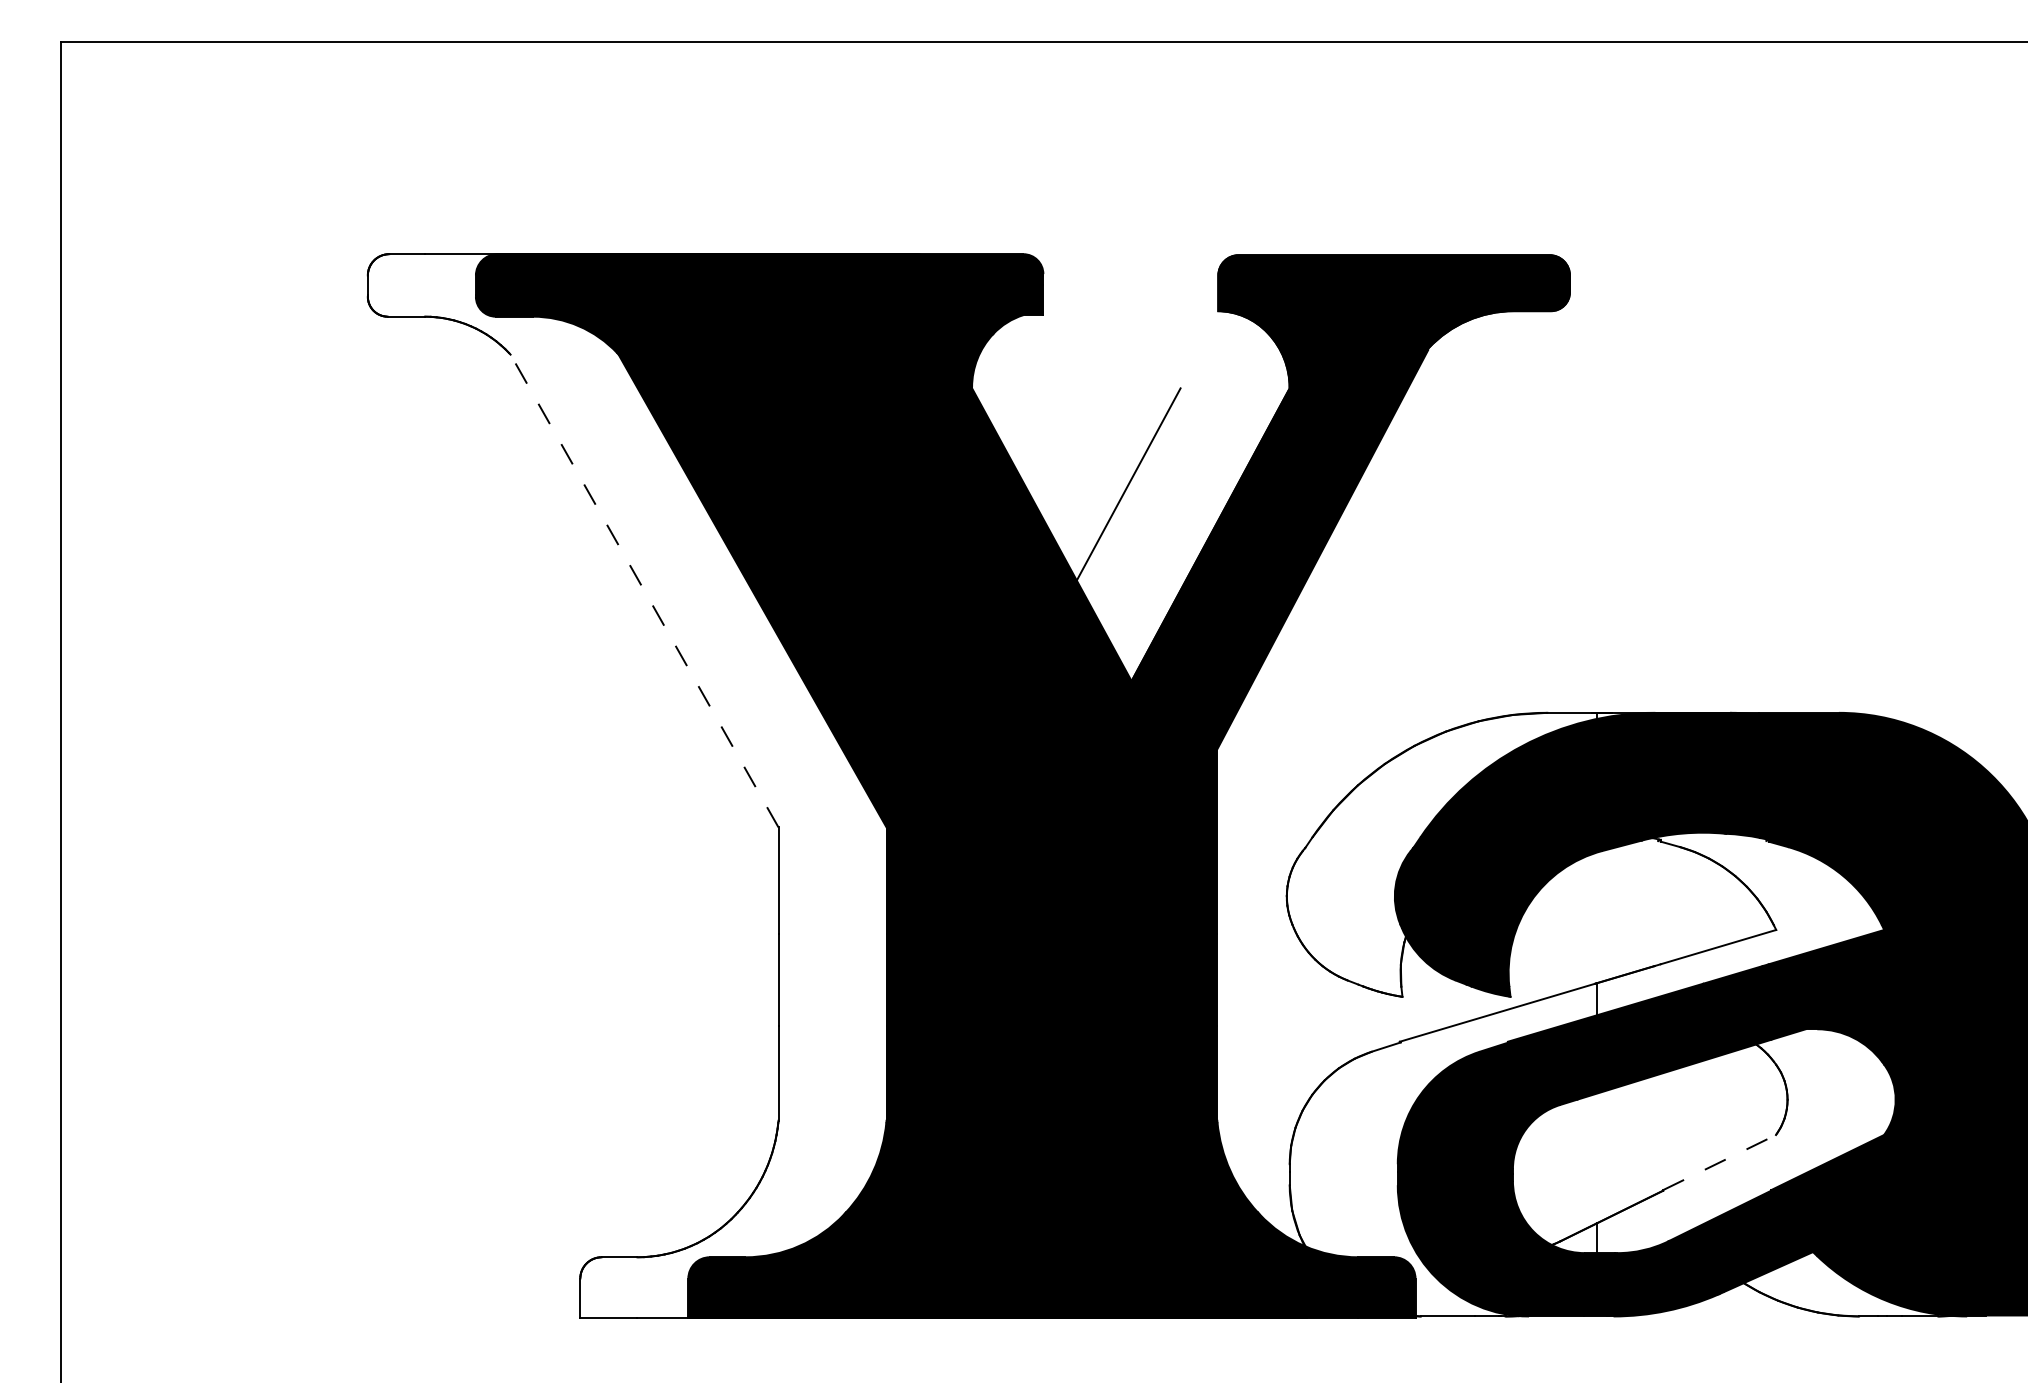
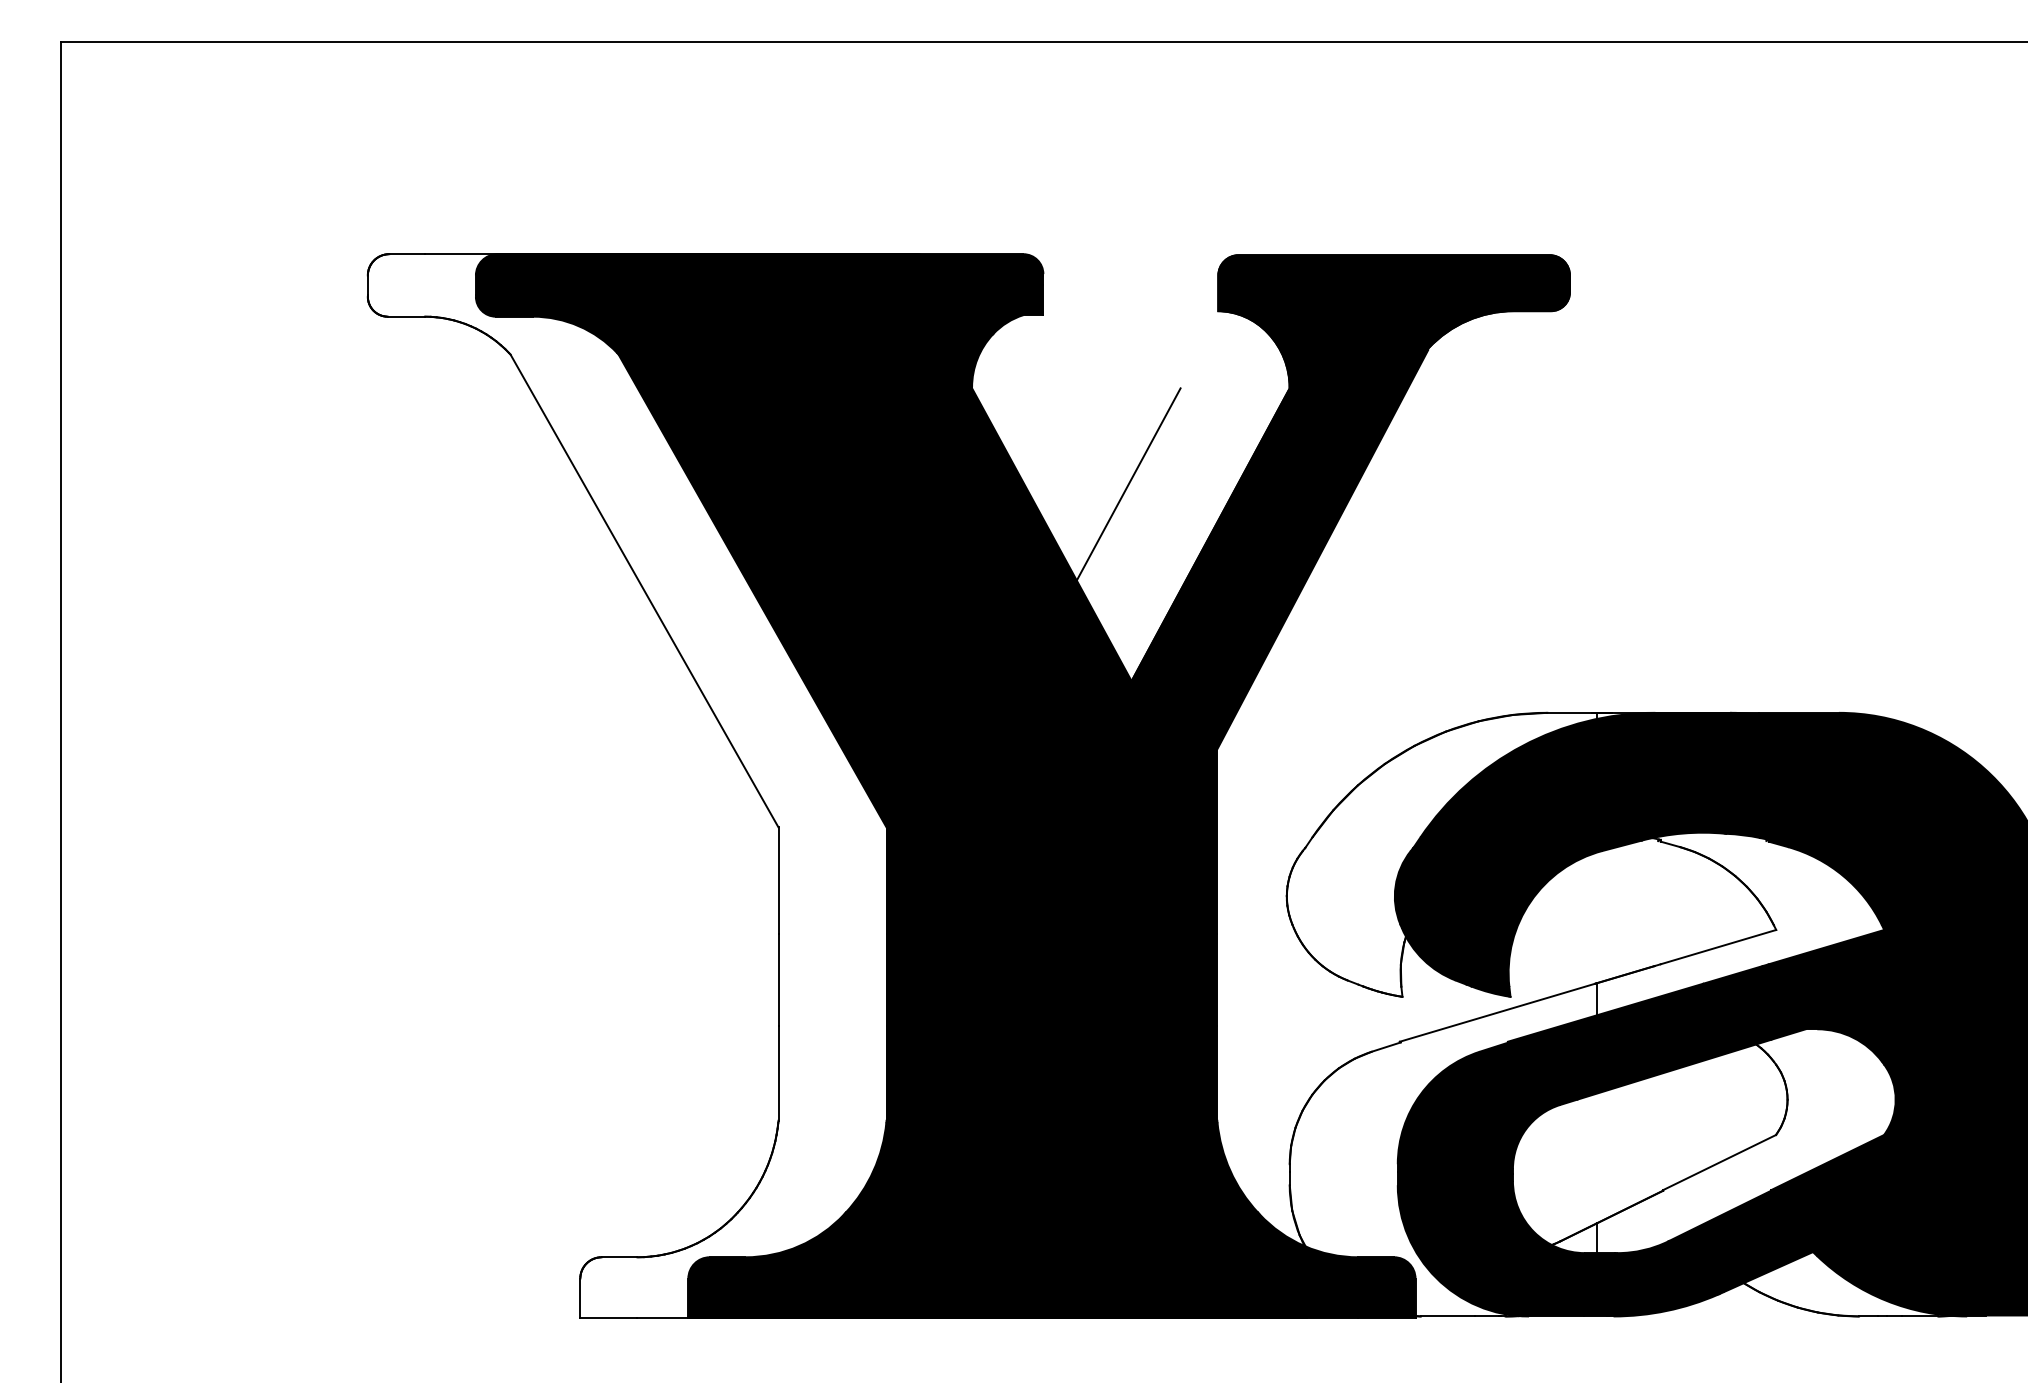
line at (644, 591): dashed -> solid
line at (1719, 1162): dashed -> solid
